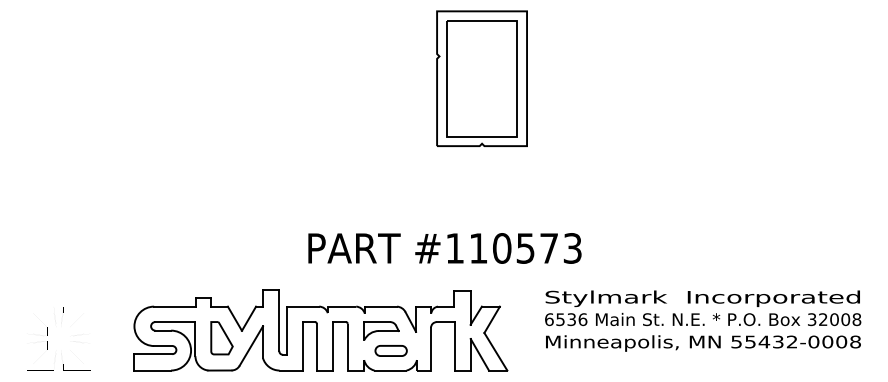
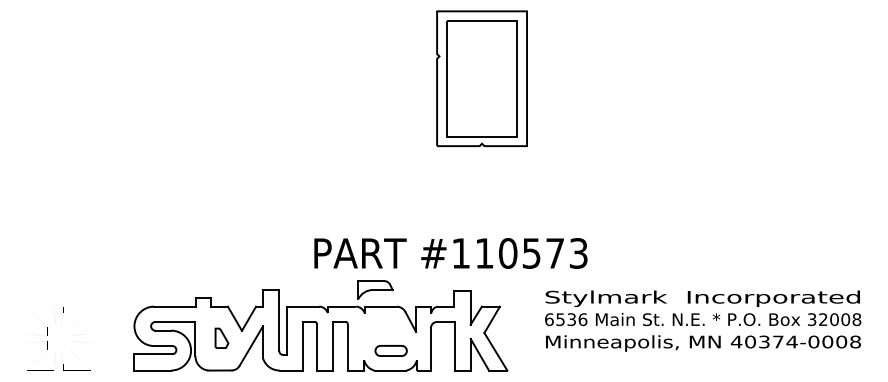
text at (444, 248) position: (444, 248) -> (450, 253)
part at (381, 330) position: (381, 330) -> (375, 289)
part at (221, 338) size: 24x35 px -> 16x22 px
text at (763, 341): 55432-0008 -> 40374-0008
